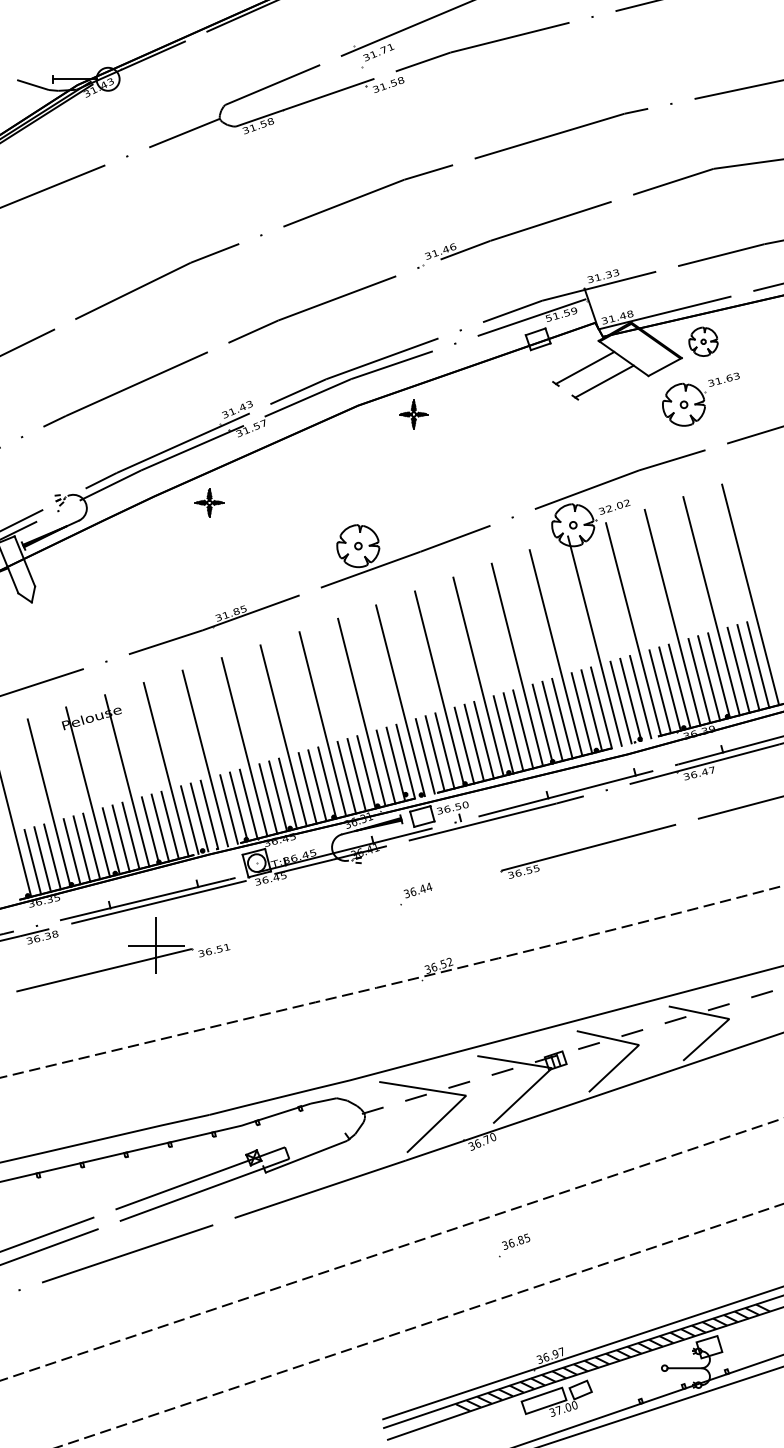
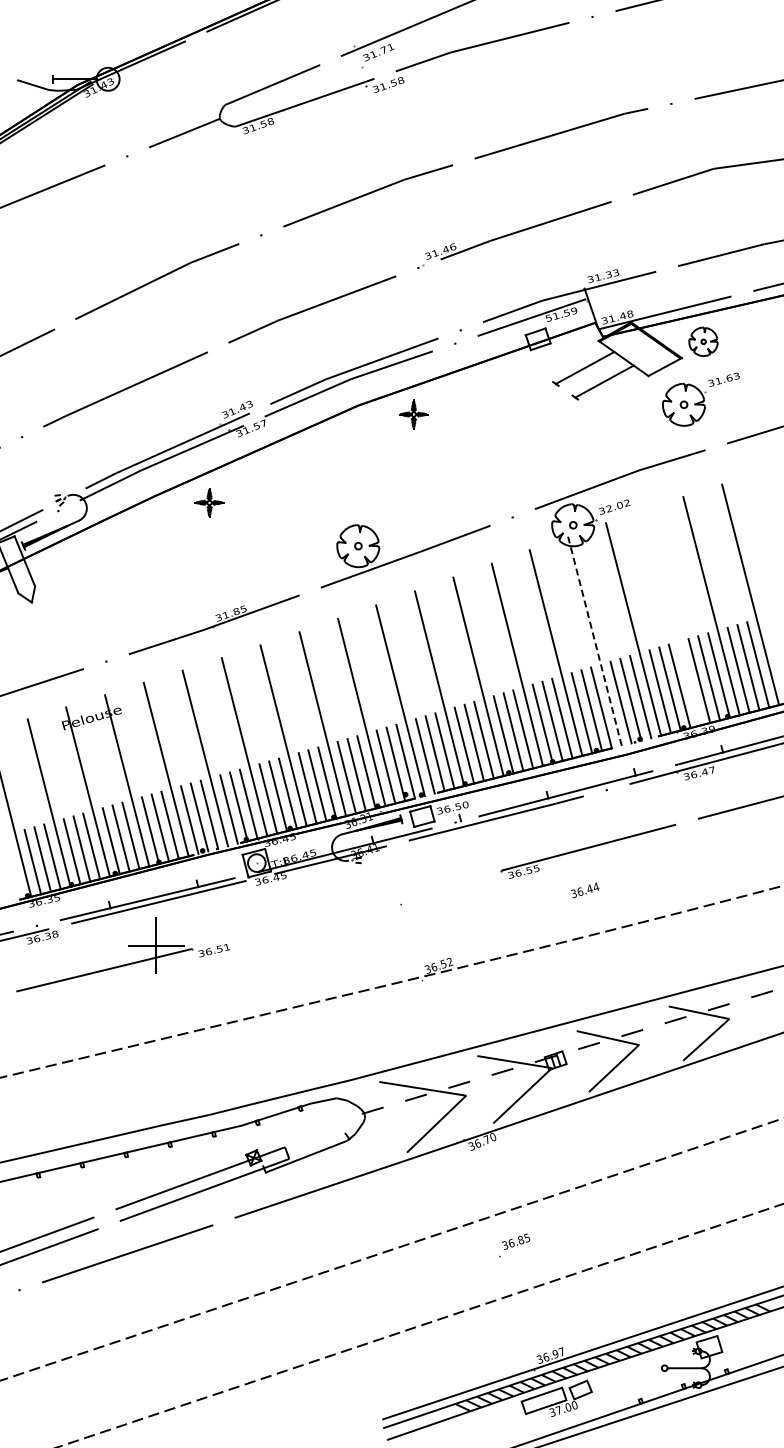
line at (672, 617): present -> none
line at (594, 640): solid -> dashed
text at (417, 890) position: (417, 890) -> (584, 890)
